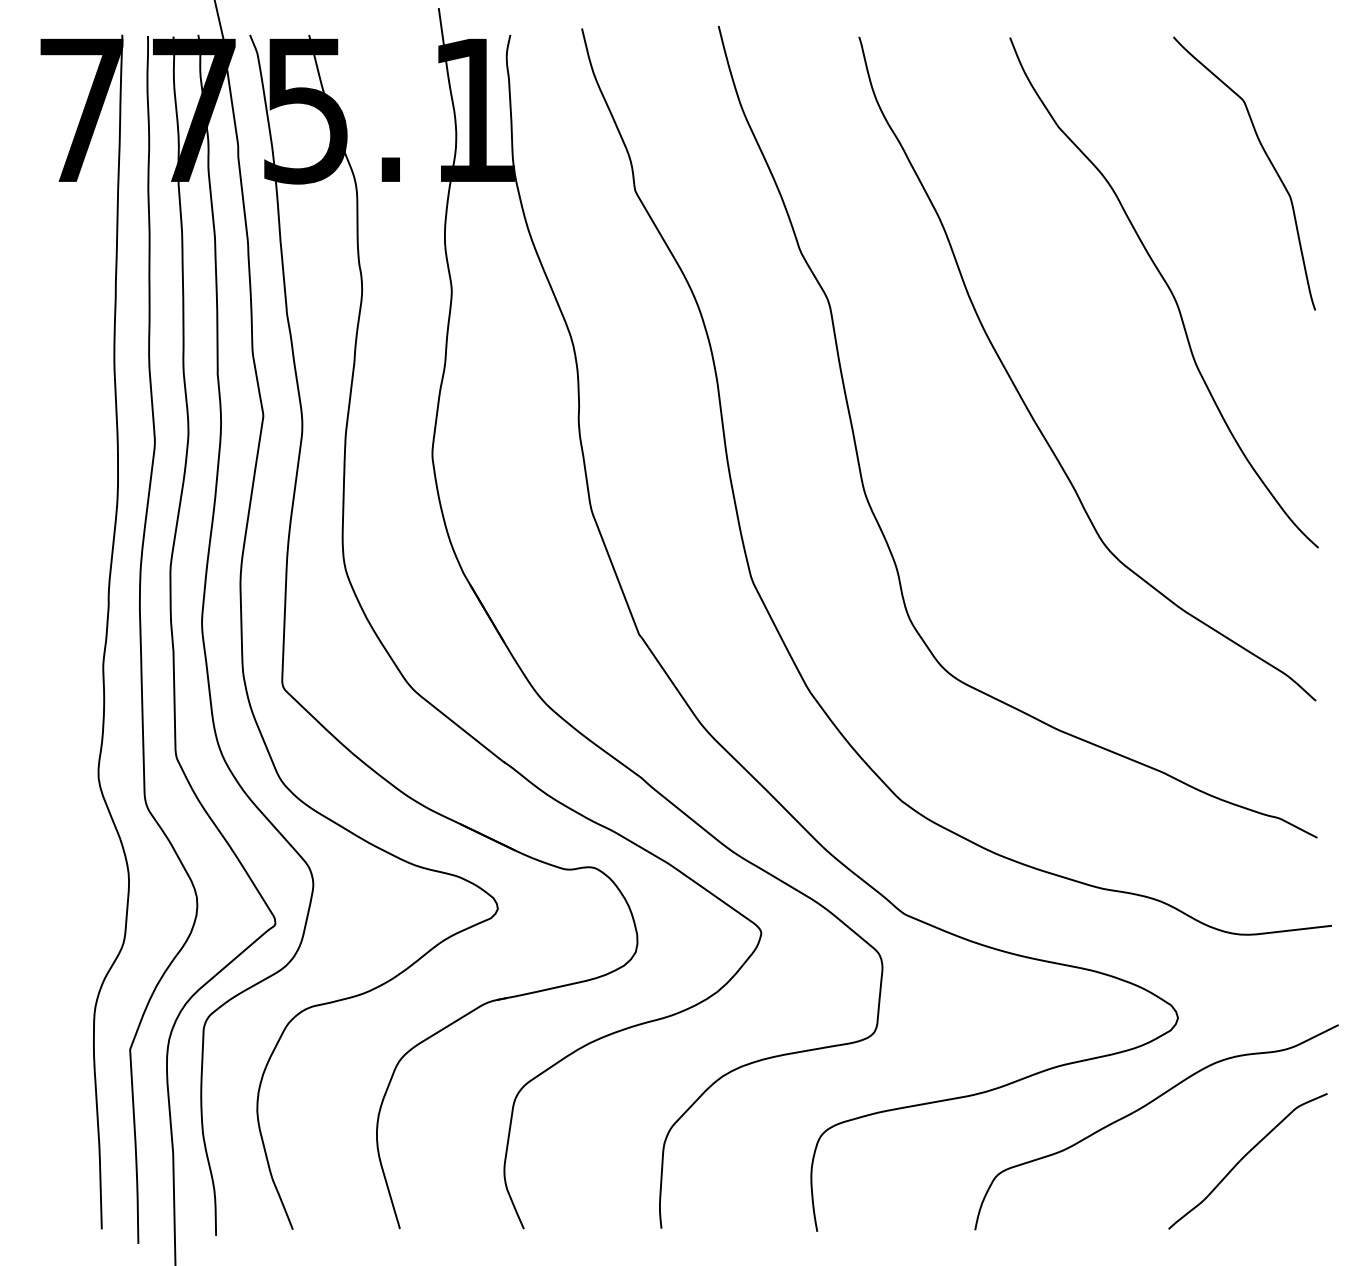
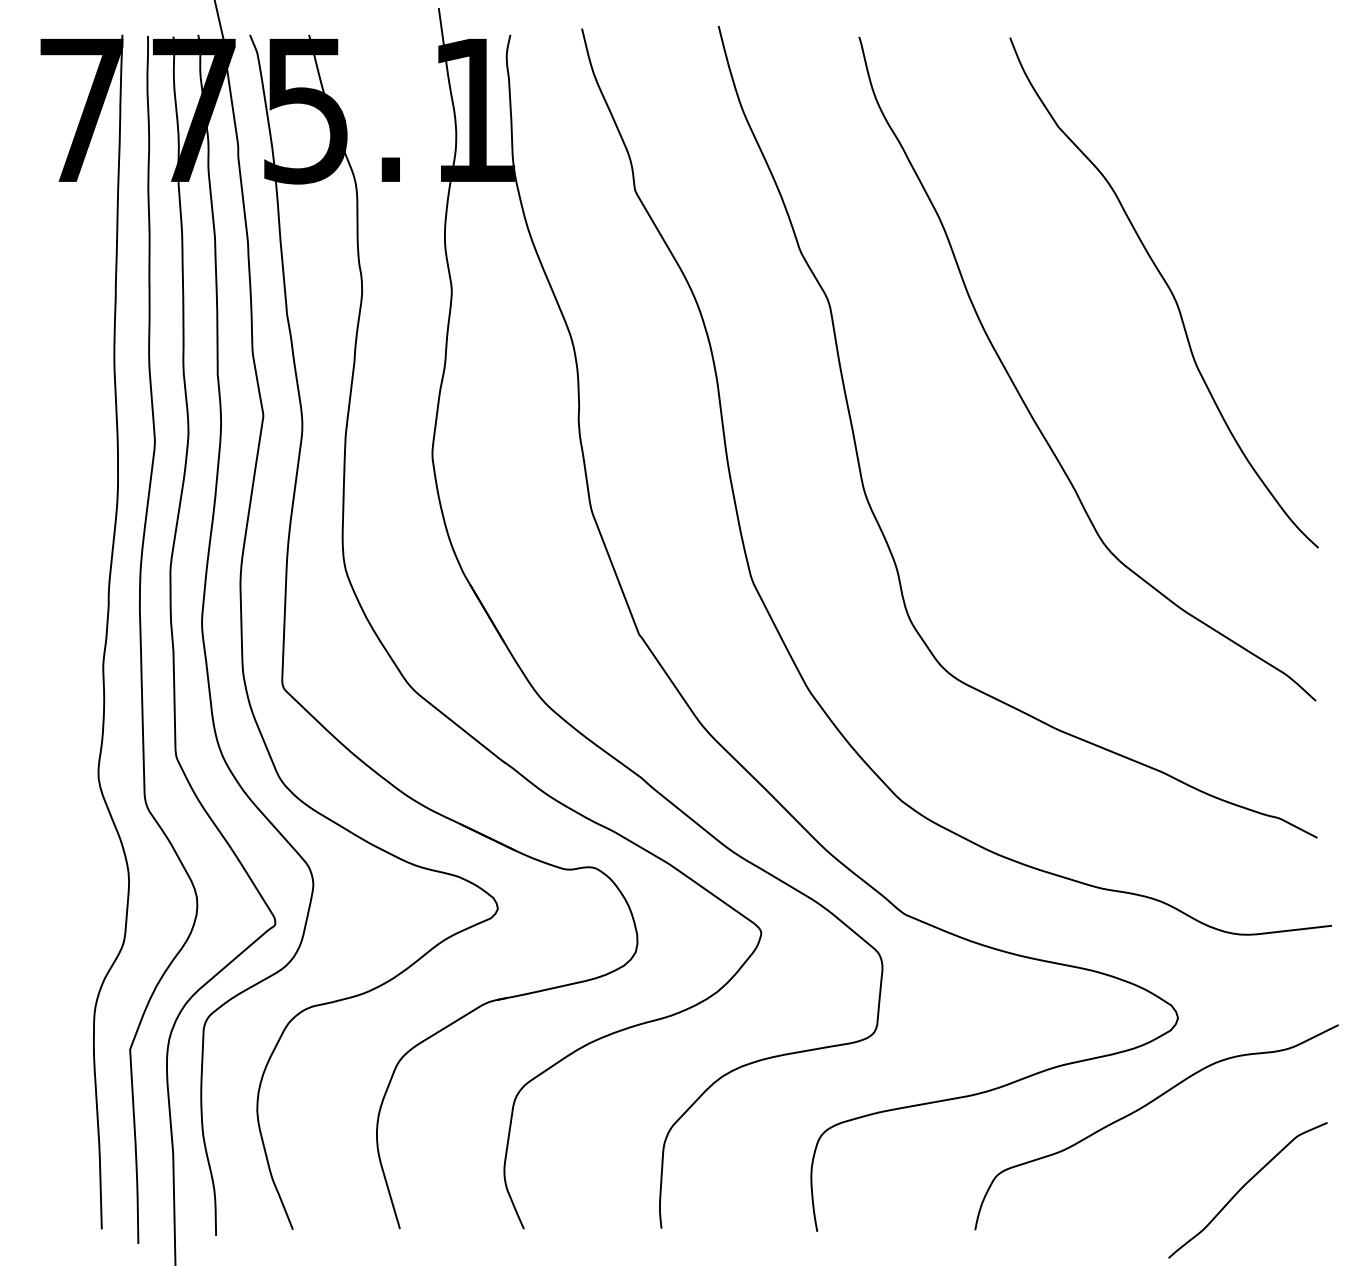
curve at (1268, 160): present -> none
curve at (1244, 1157) position: (1244, 1157) -> (1244, 1186)
